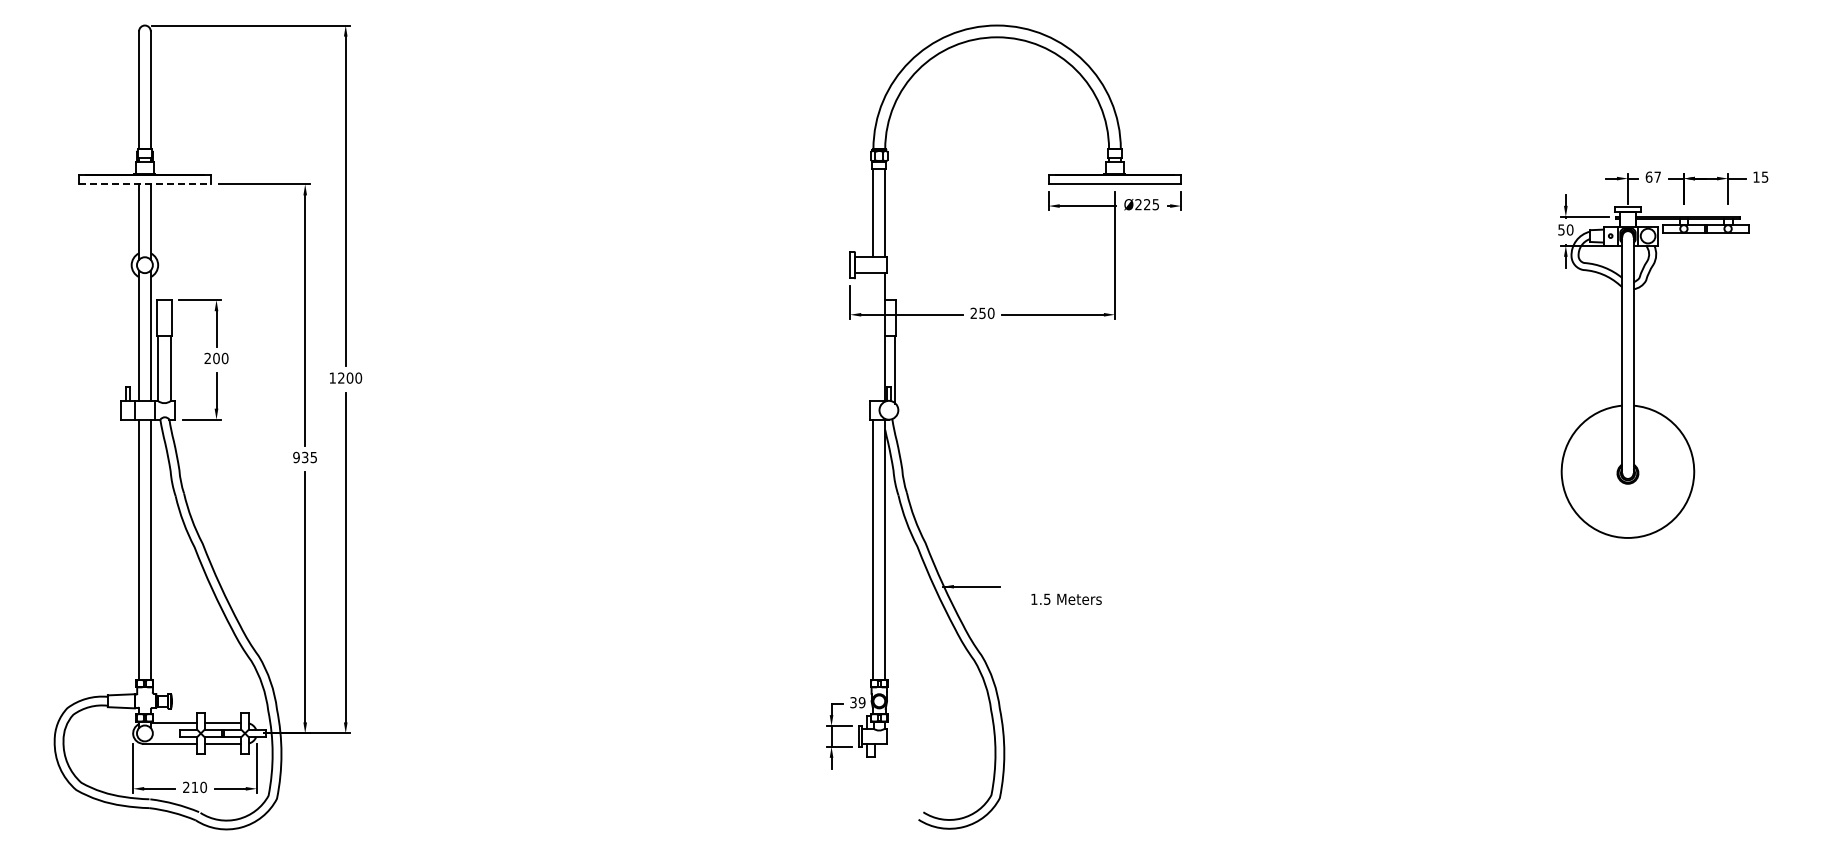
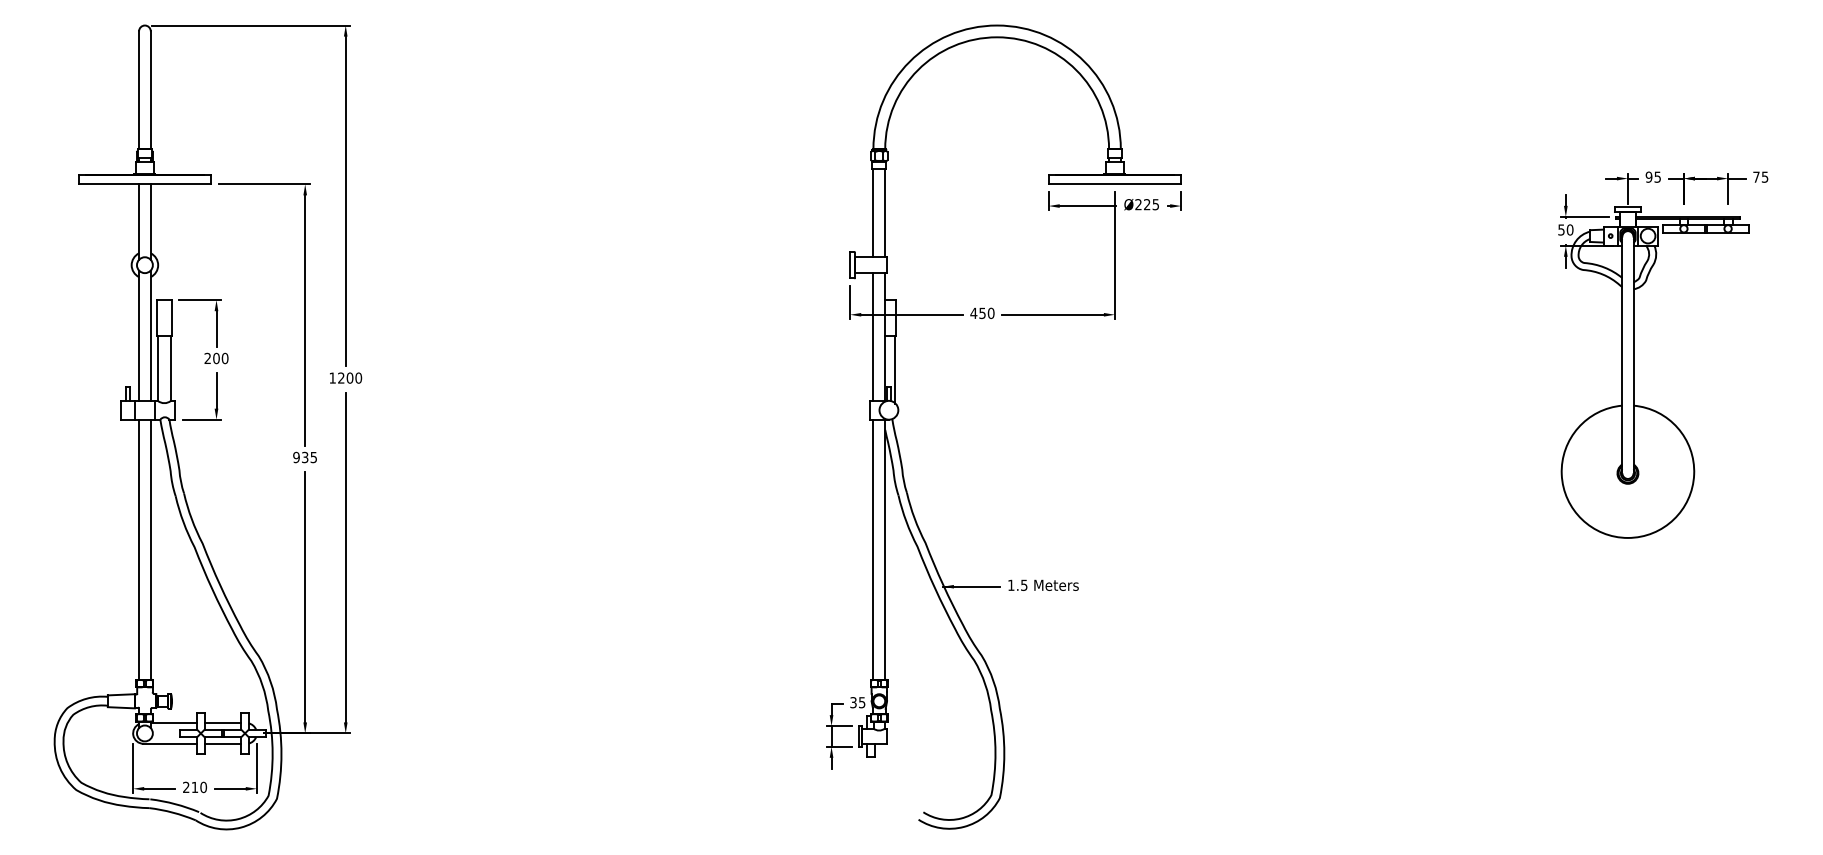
text at (1652, 176): 67 -> 95
text at (1756, 176): 15 -> 75
line at (145, 184): dashed -> solid
text at (973, 312): 250 -> 450
line at (873, 336): none -> present
text at (1066, 598) position: (1066, 598) -> (1043, 584)
text at (861, 702): 39 -> 35
